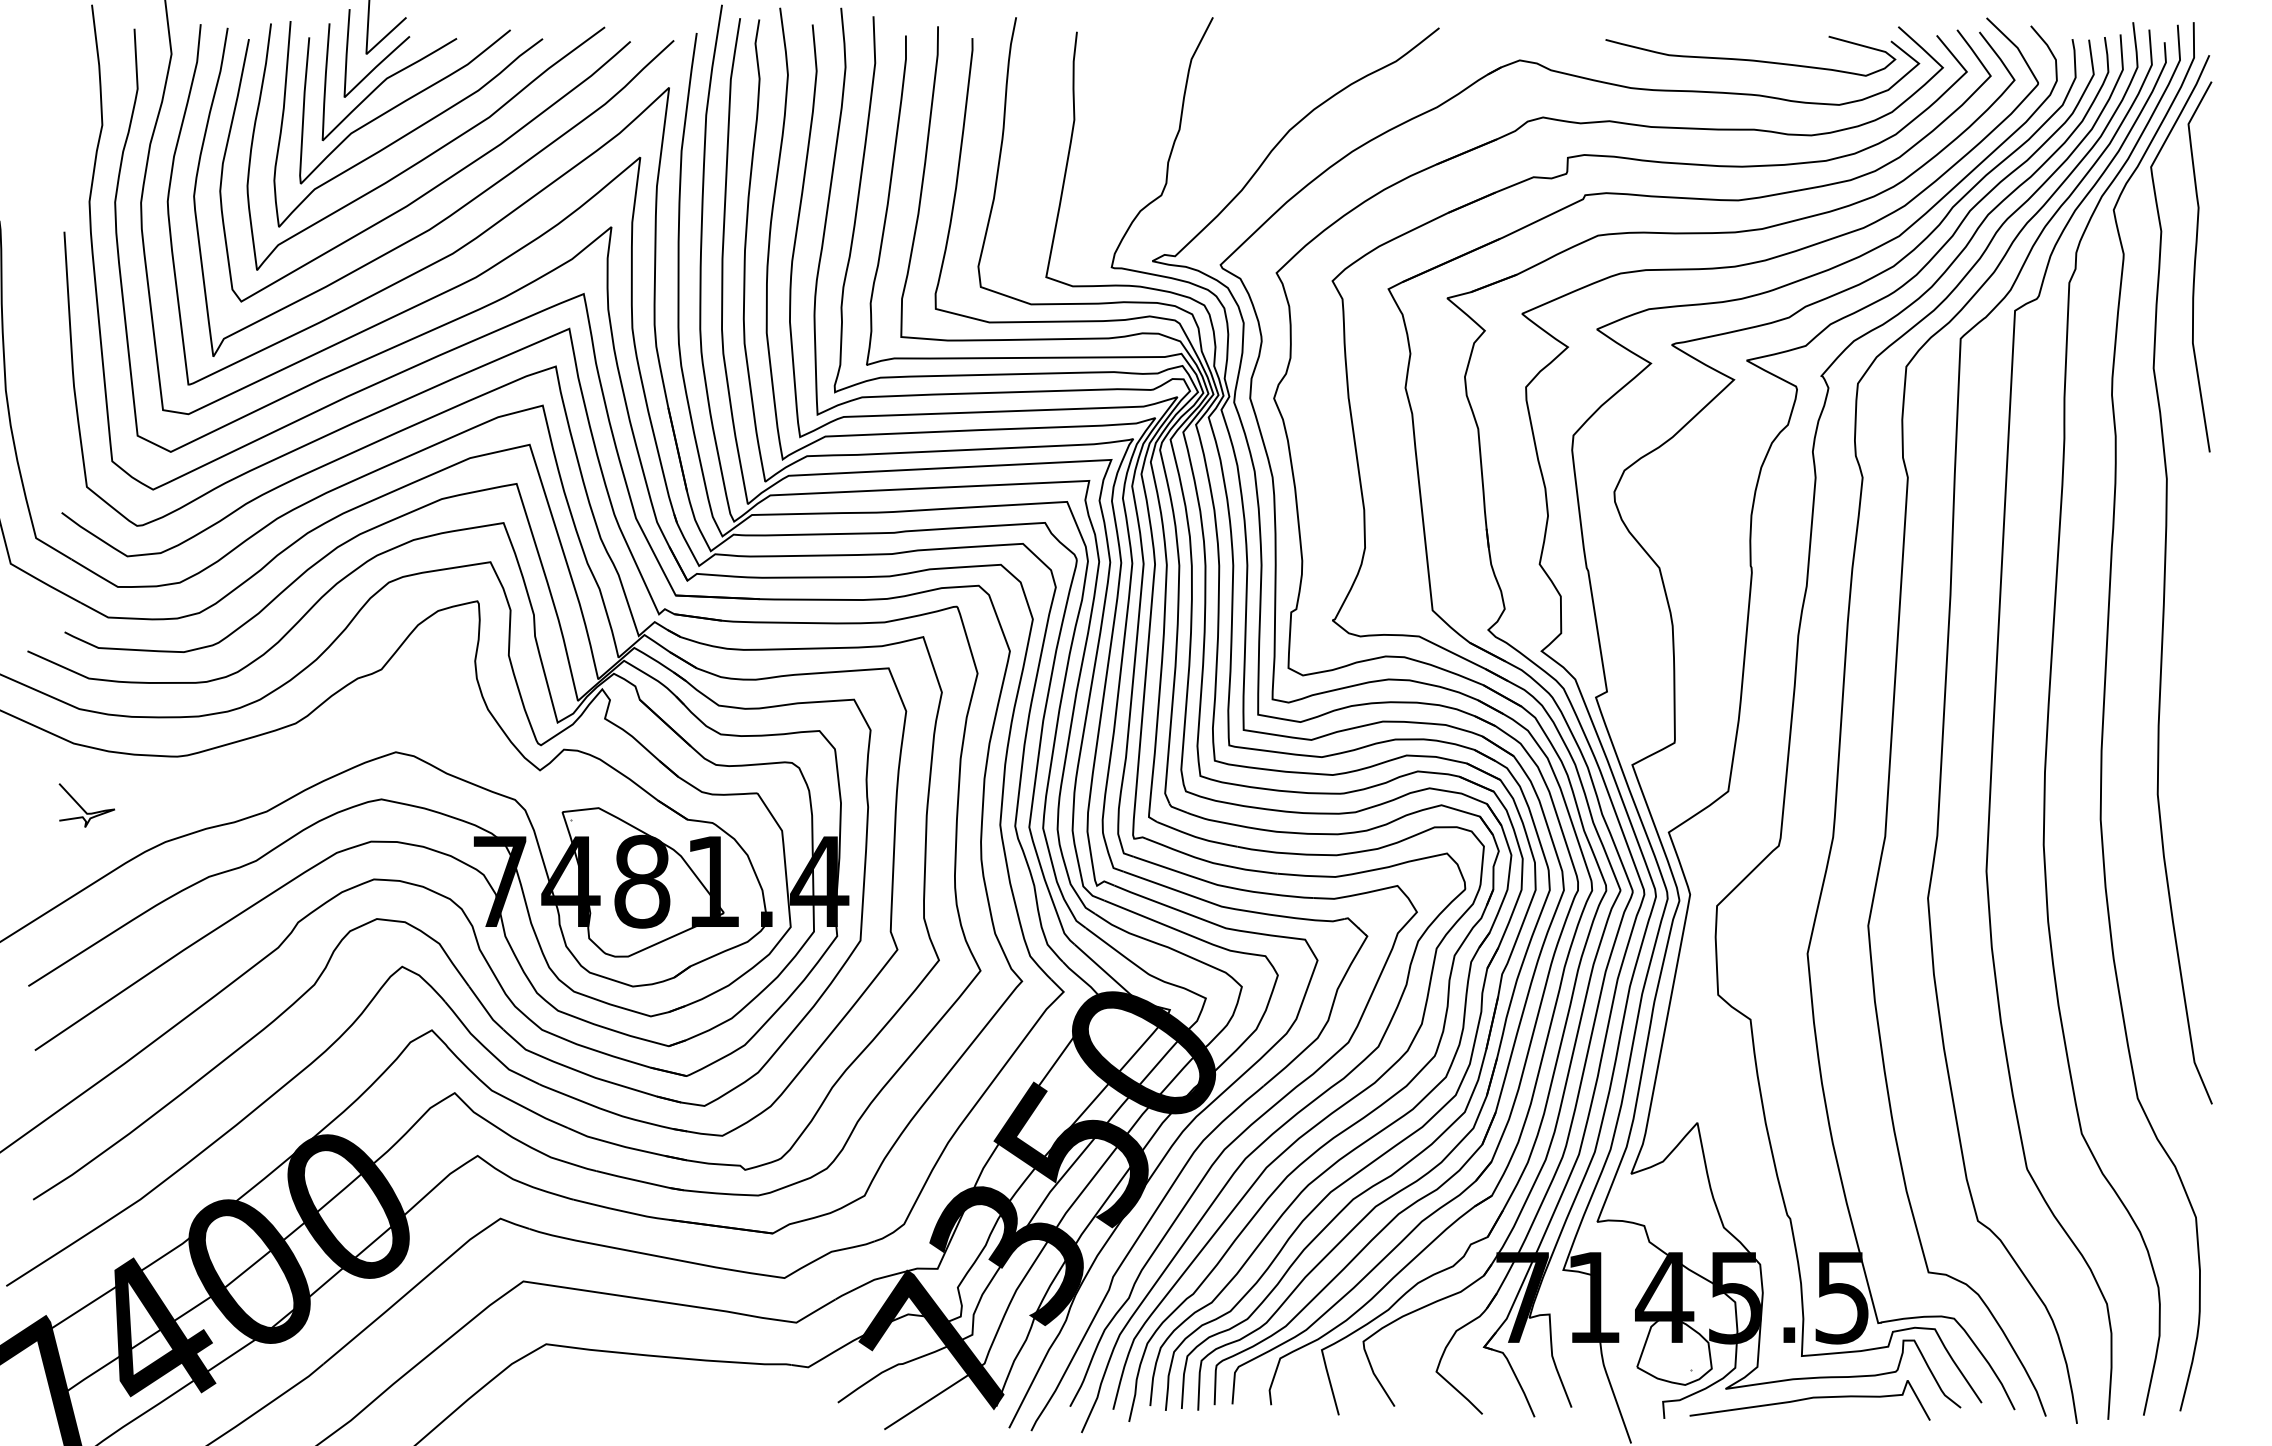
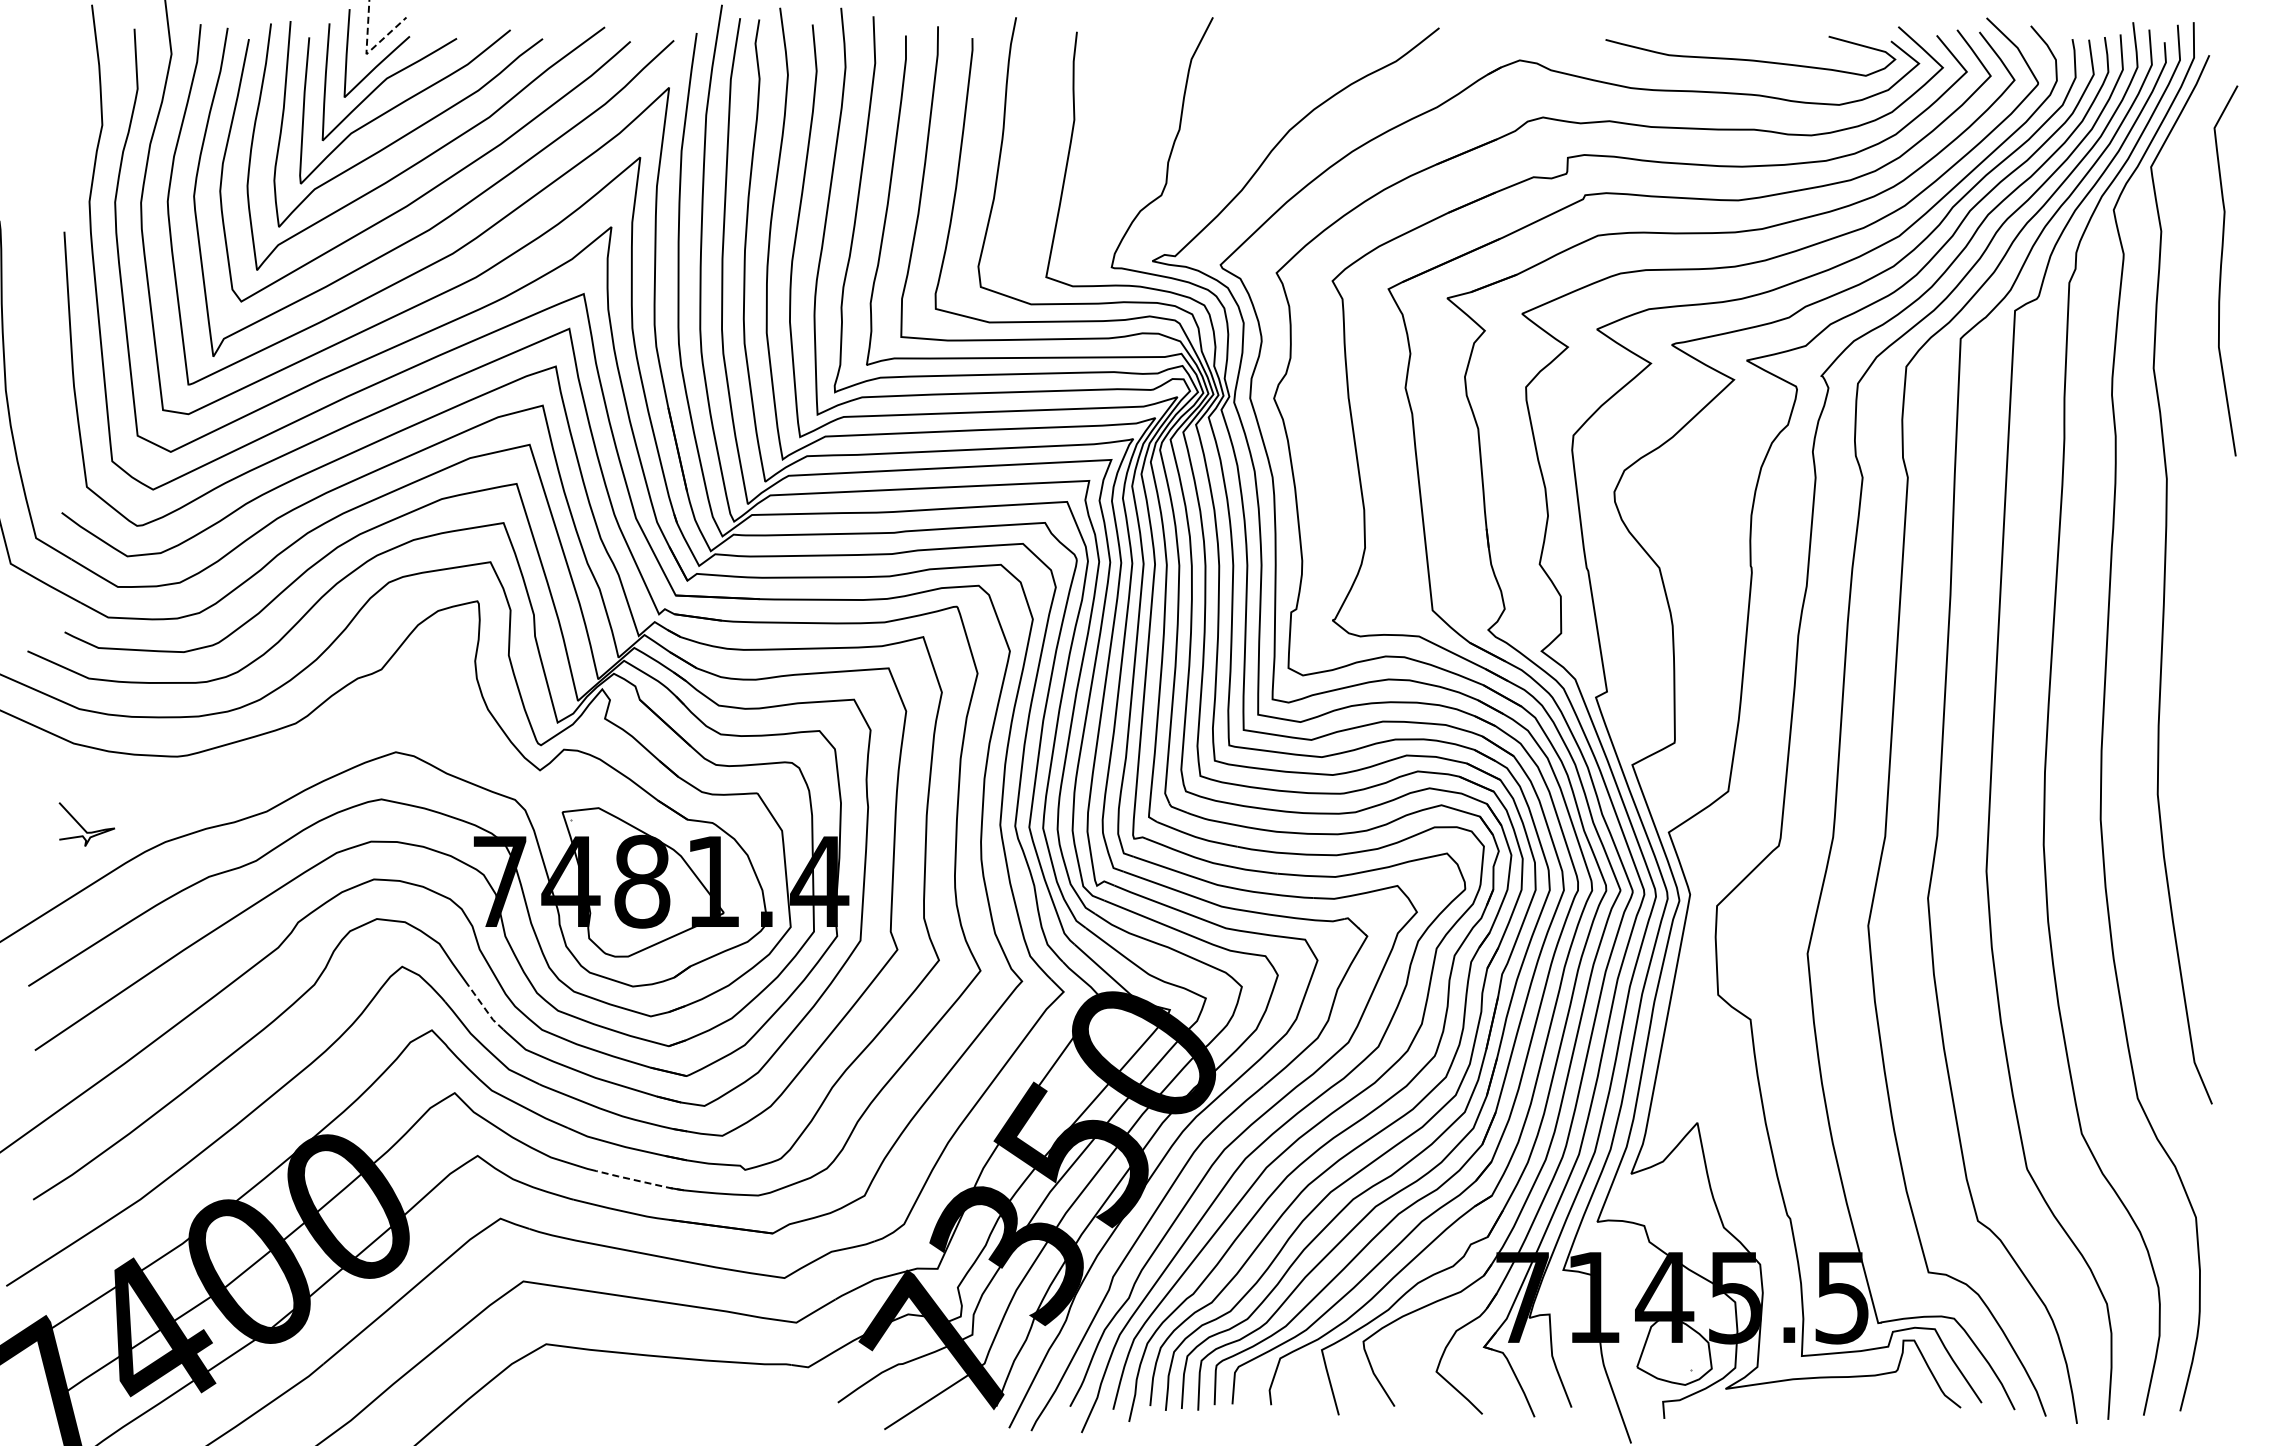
line at (366, 54): solid -> dashed
curve at (2195, 266) position: (2195, 266) -> (2221, 270)
curve at (83, 808) position: (83, 808) -> (83, 827)
line at (485, 1009): solid -> dashed
line at (639, 1181): solid -> dashed
curve at (1809, 1399): present -> none
